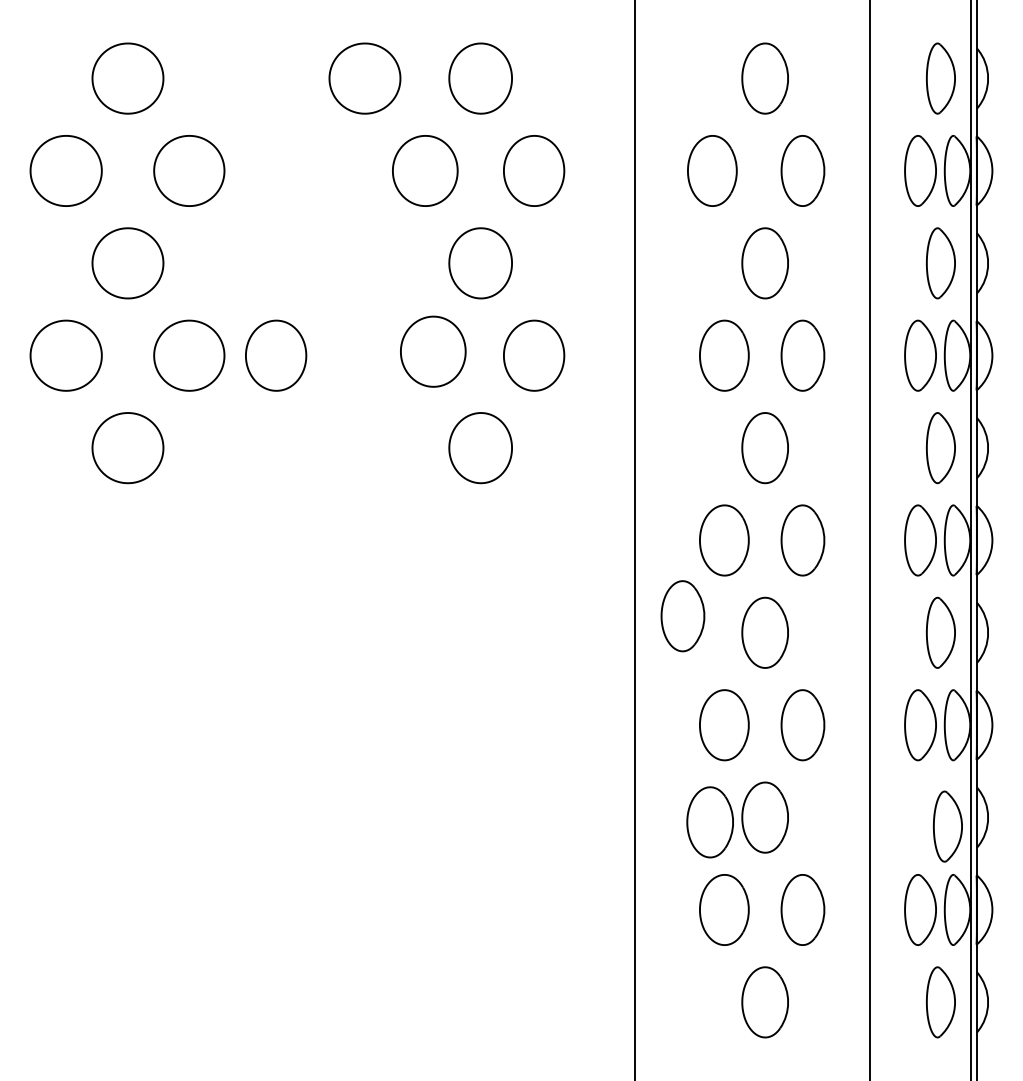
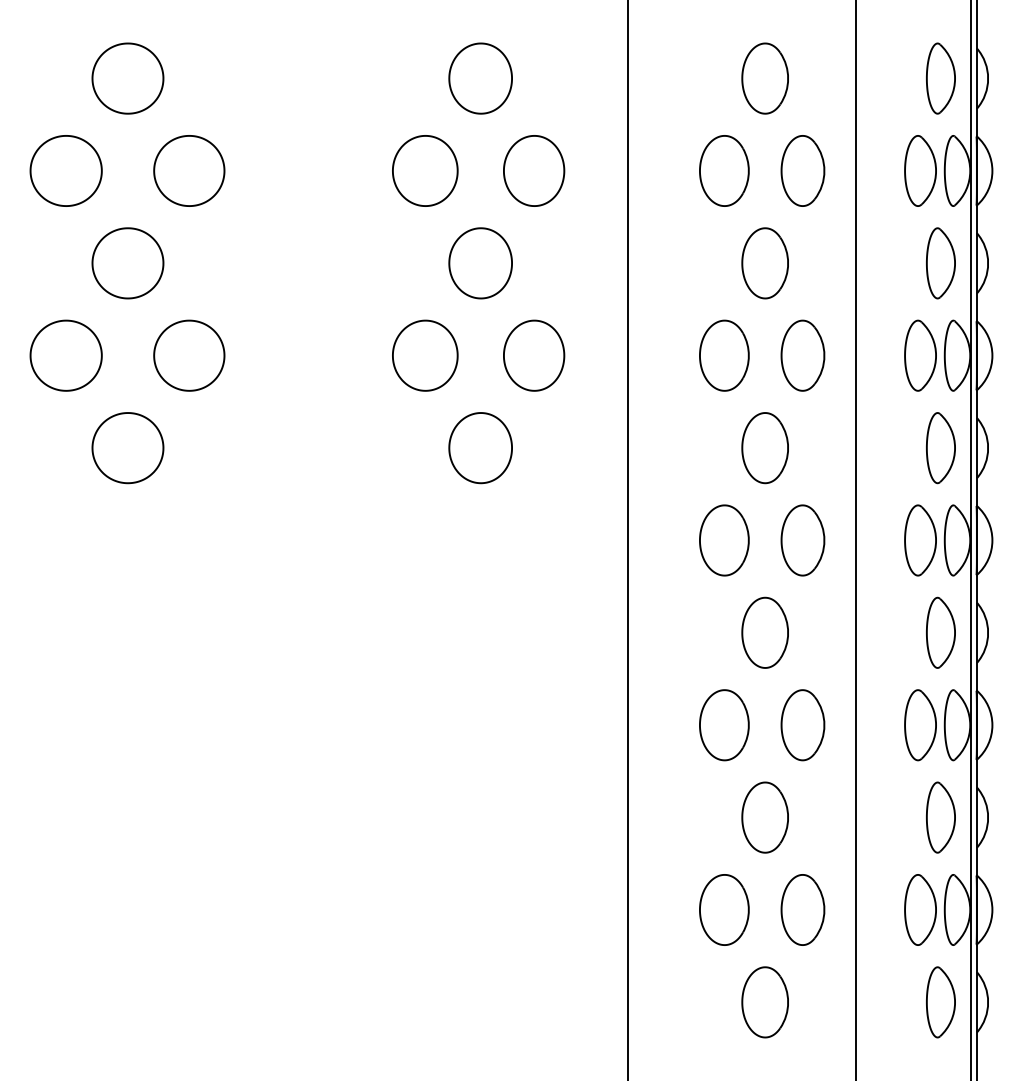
part at (364, 78): present -> none
part at (712, 170) position: (712, 170) -> (724, 170)
part at (433, 351) position: (433, 351) -> (425, 355)
part at (276, 355): present -> none
line at (634, 539) position: (634, 539) -> (627, 539)
line at (869, 539) position: (869, 539) -> (855, 539)
part at (682, 616): present -> none
part at (709, 822): present -> none
part at (947, 826) position: (947, 826) -> (940, 817)
